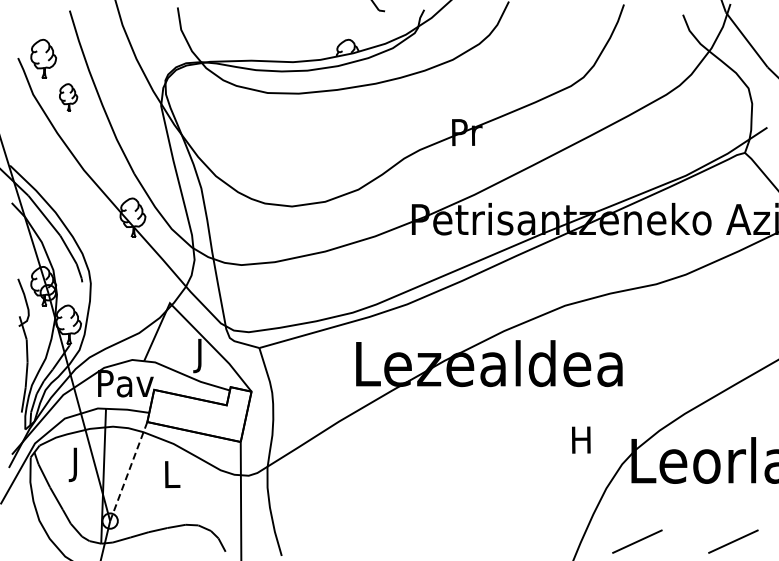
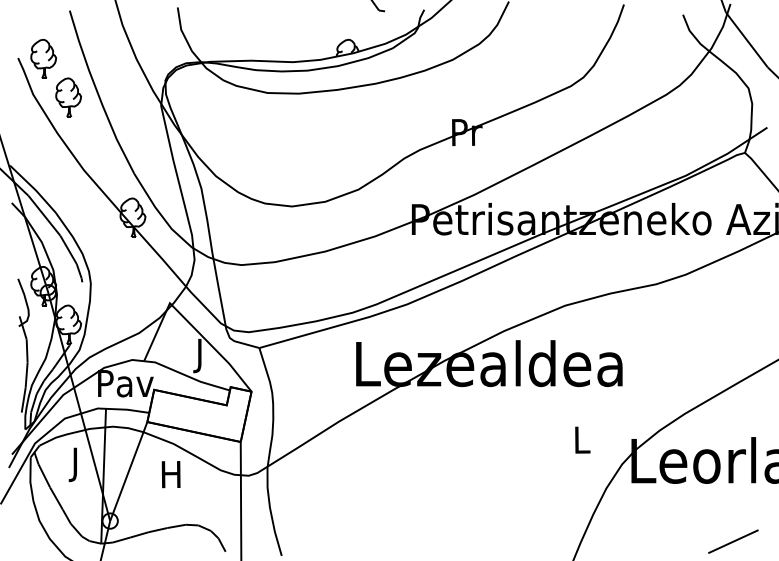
part at (68, 97) size: 20x29 px -> 27x41 px
text at (581, 439): H -> L
line at (128, 471): dashed -> solid
text at (170, 474): L -> H
line at (637, 541): present -> none
